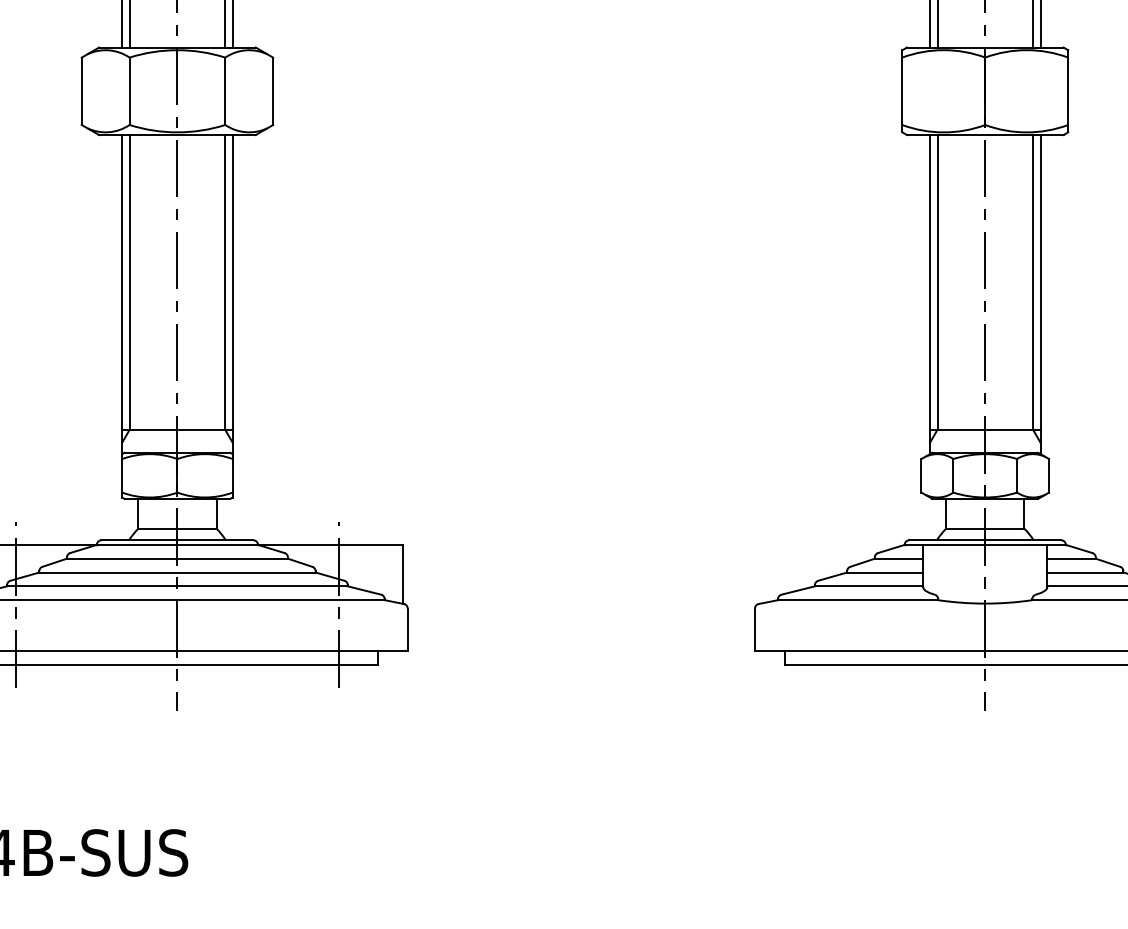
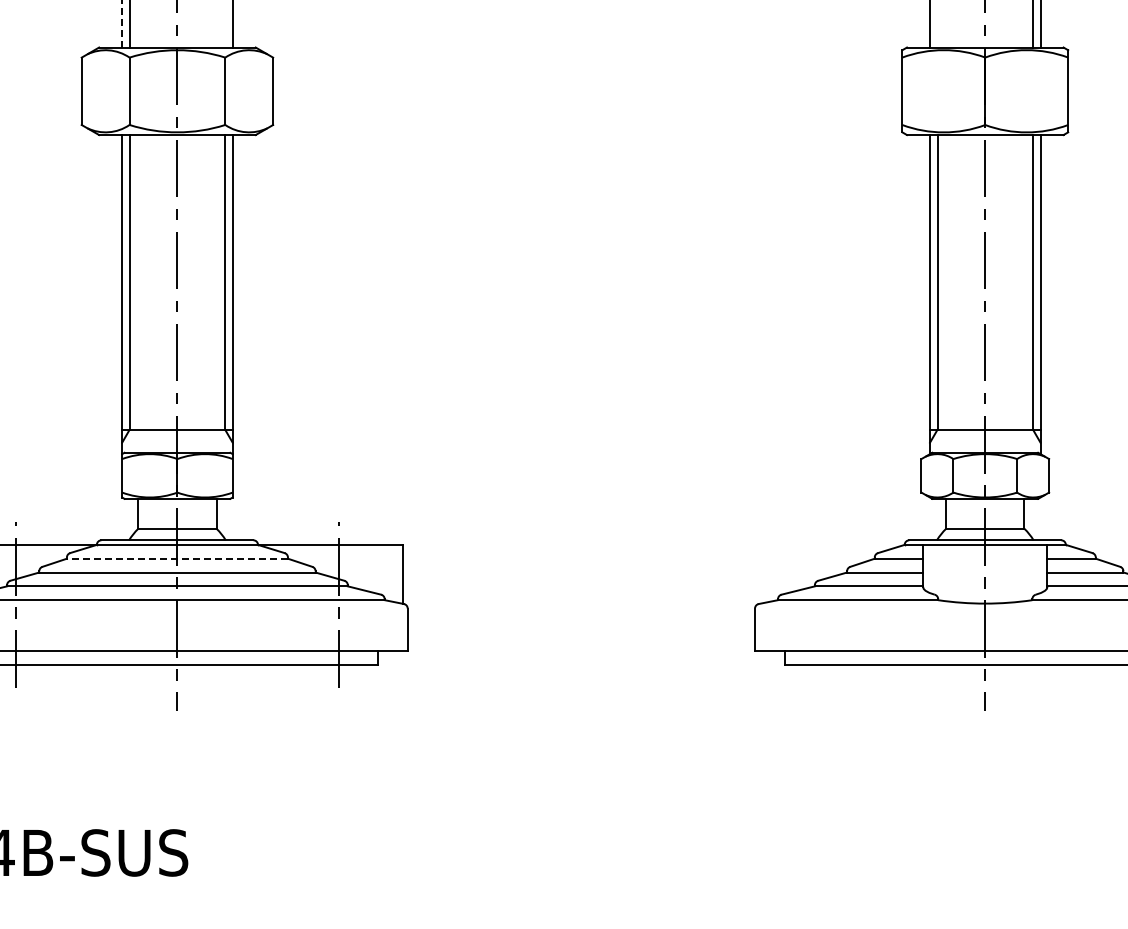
line at (122, 23): solid -> dashed
line at (225, 24): present -> none
line at (937, 24): present -> none
line at (177, 558): solid -> dashed
